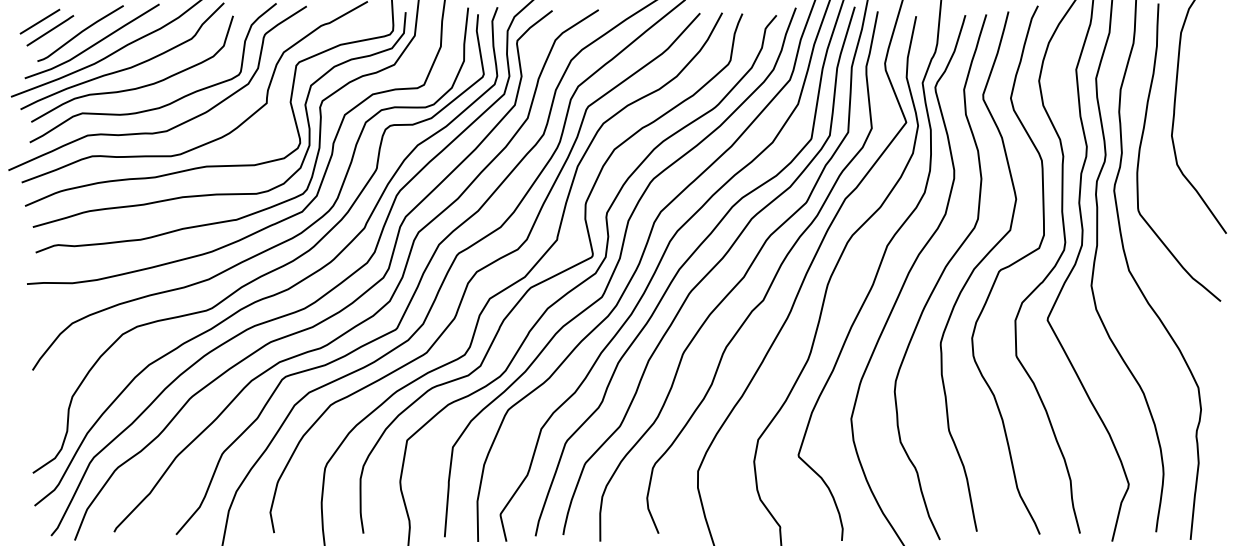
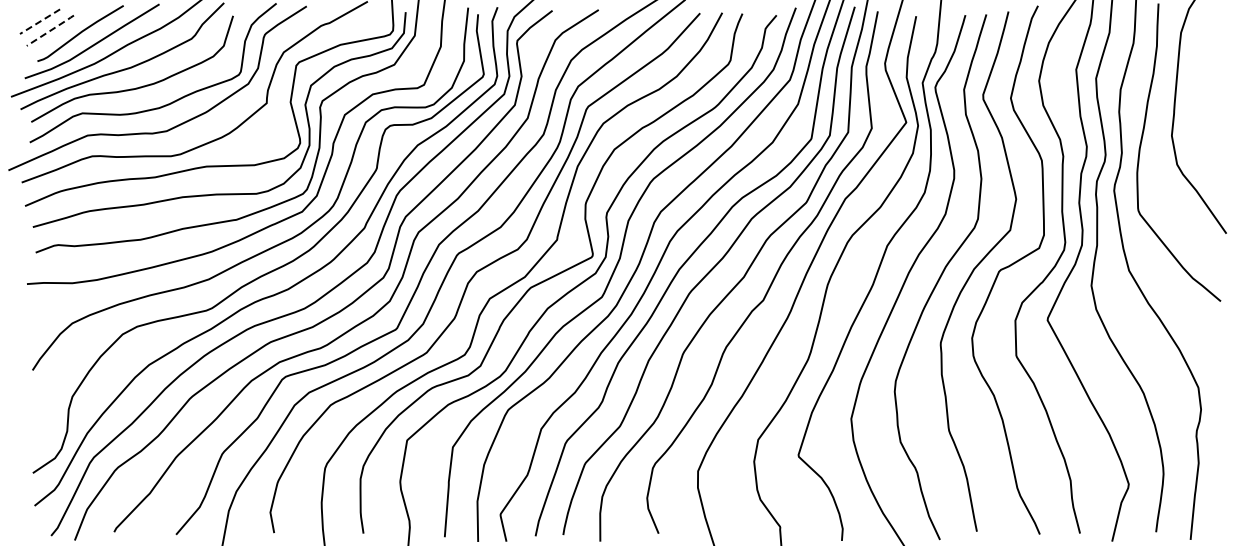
line at (40, 21): solid -> dashed
line at (51, 30): solid -> dashed
